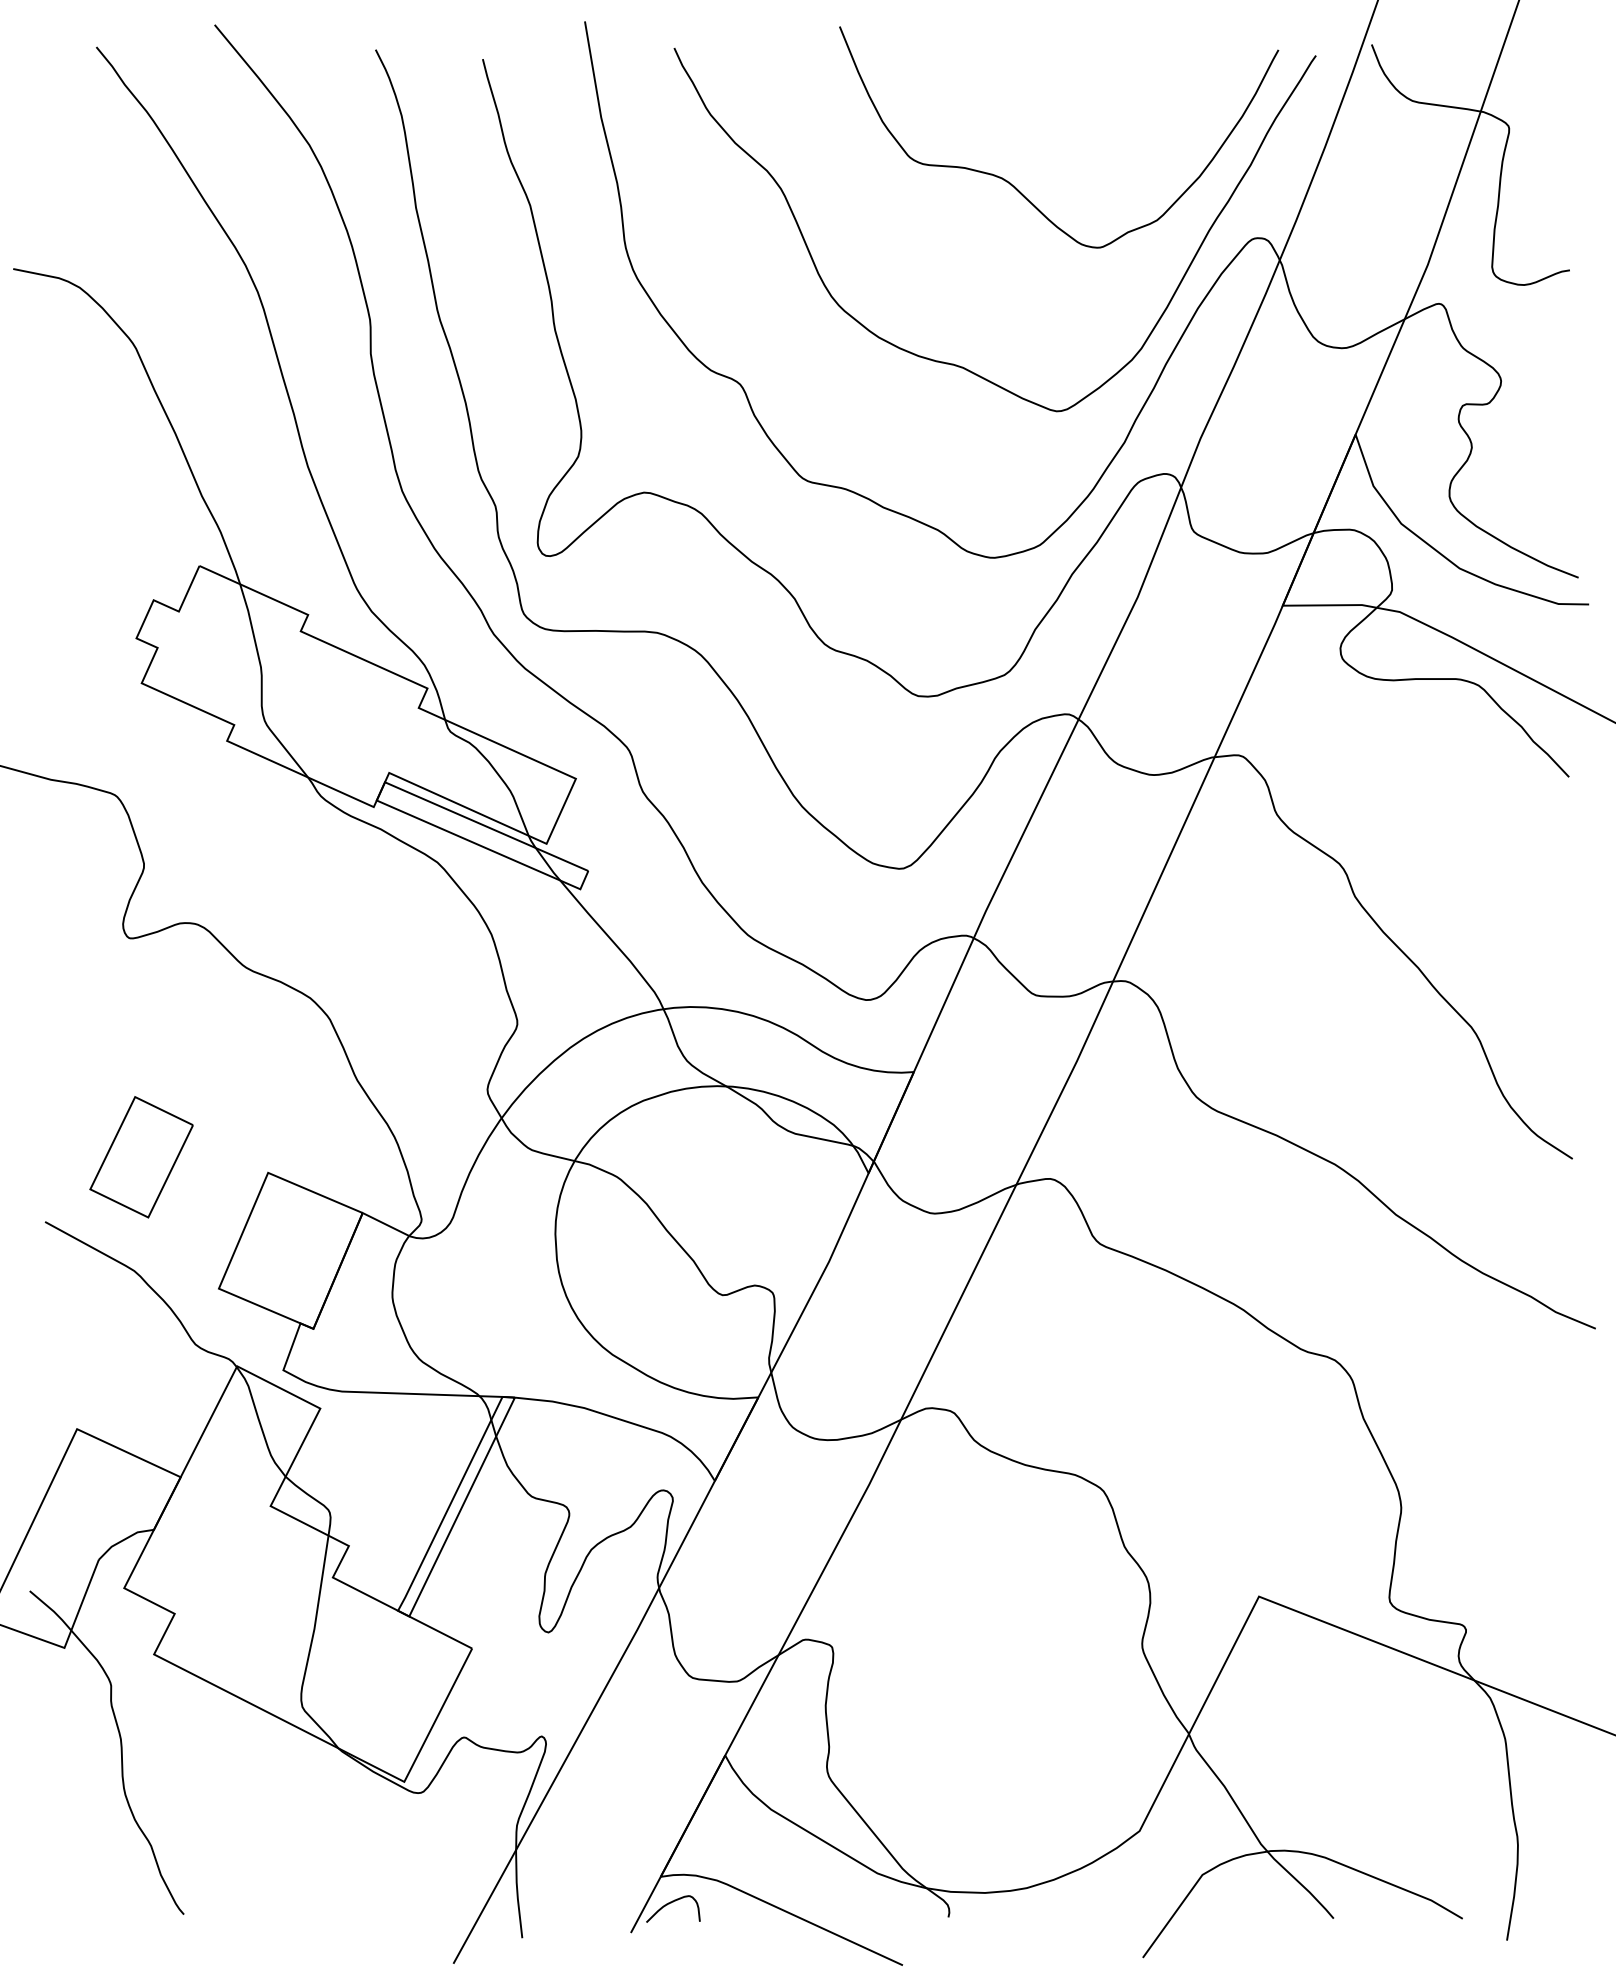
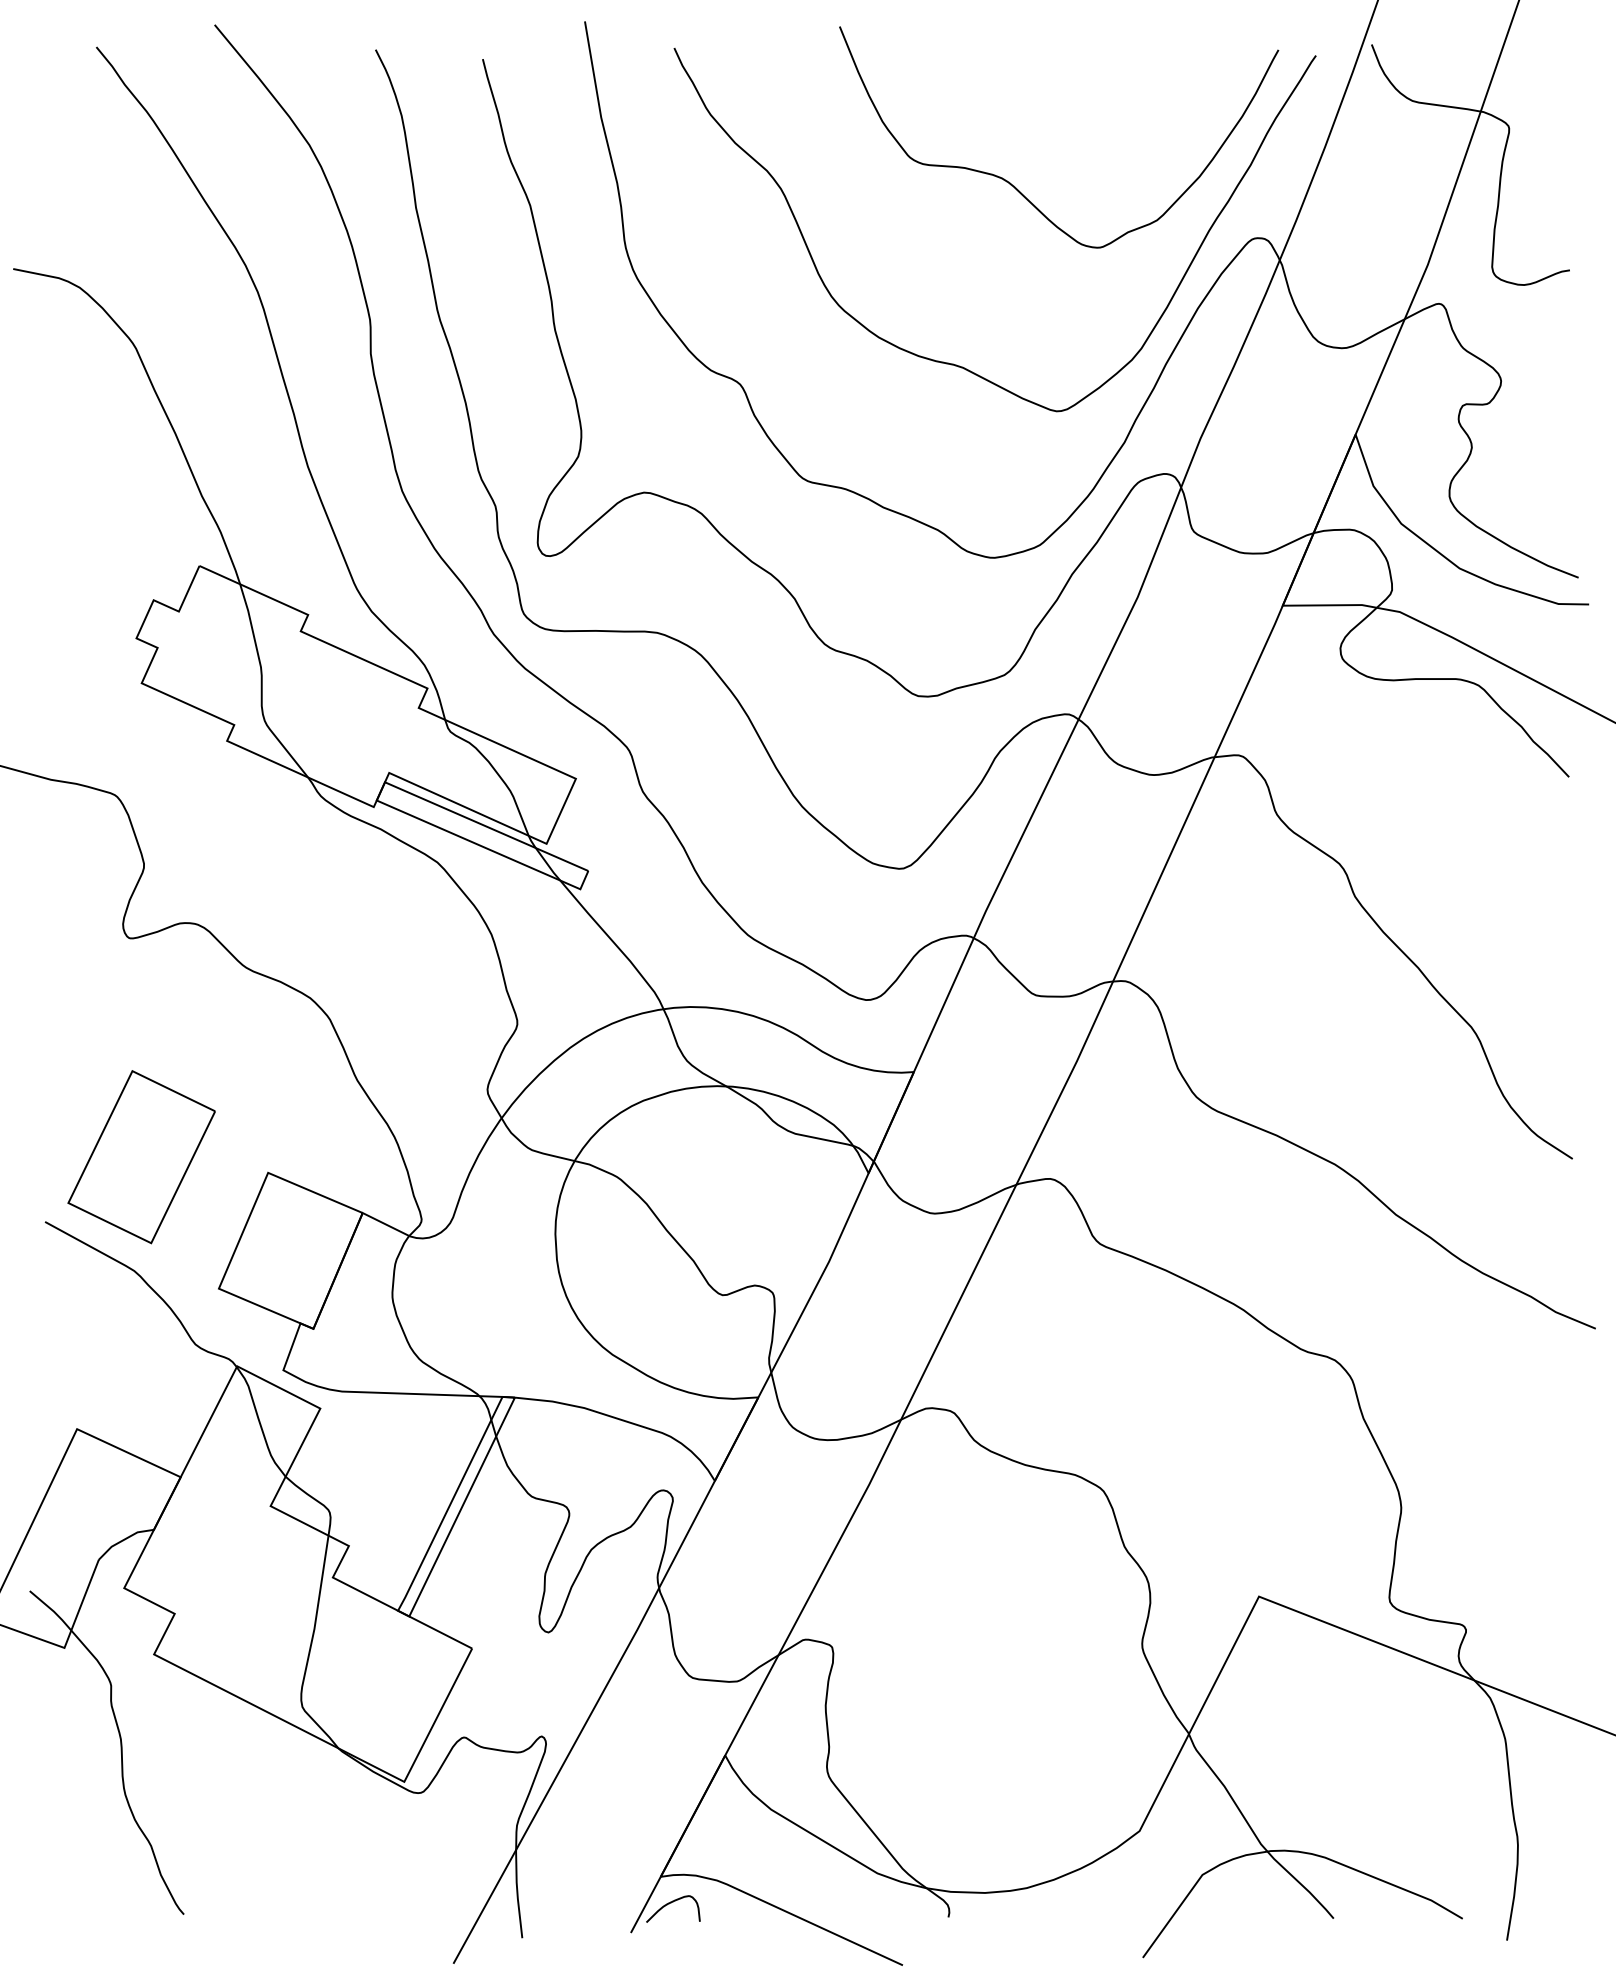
part at (141, 1157) size: 105x123 px -> 149x175 px
